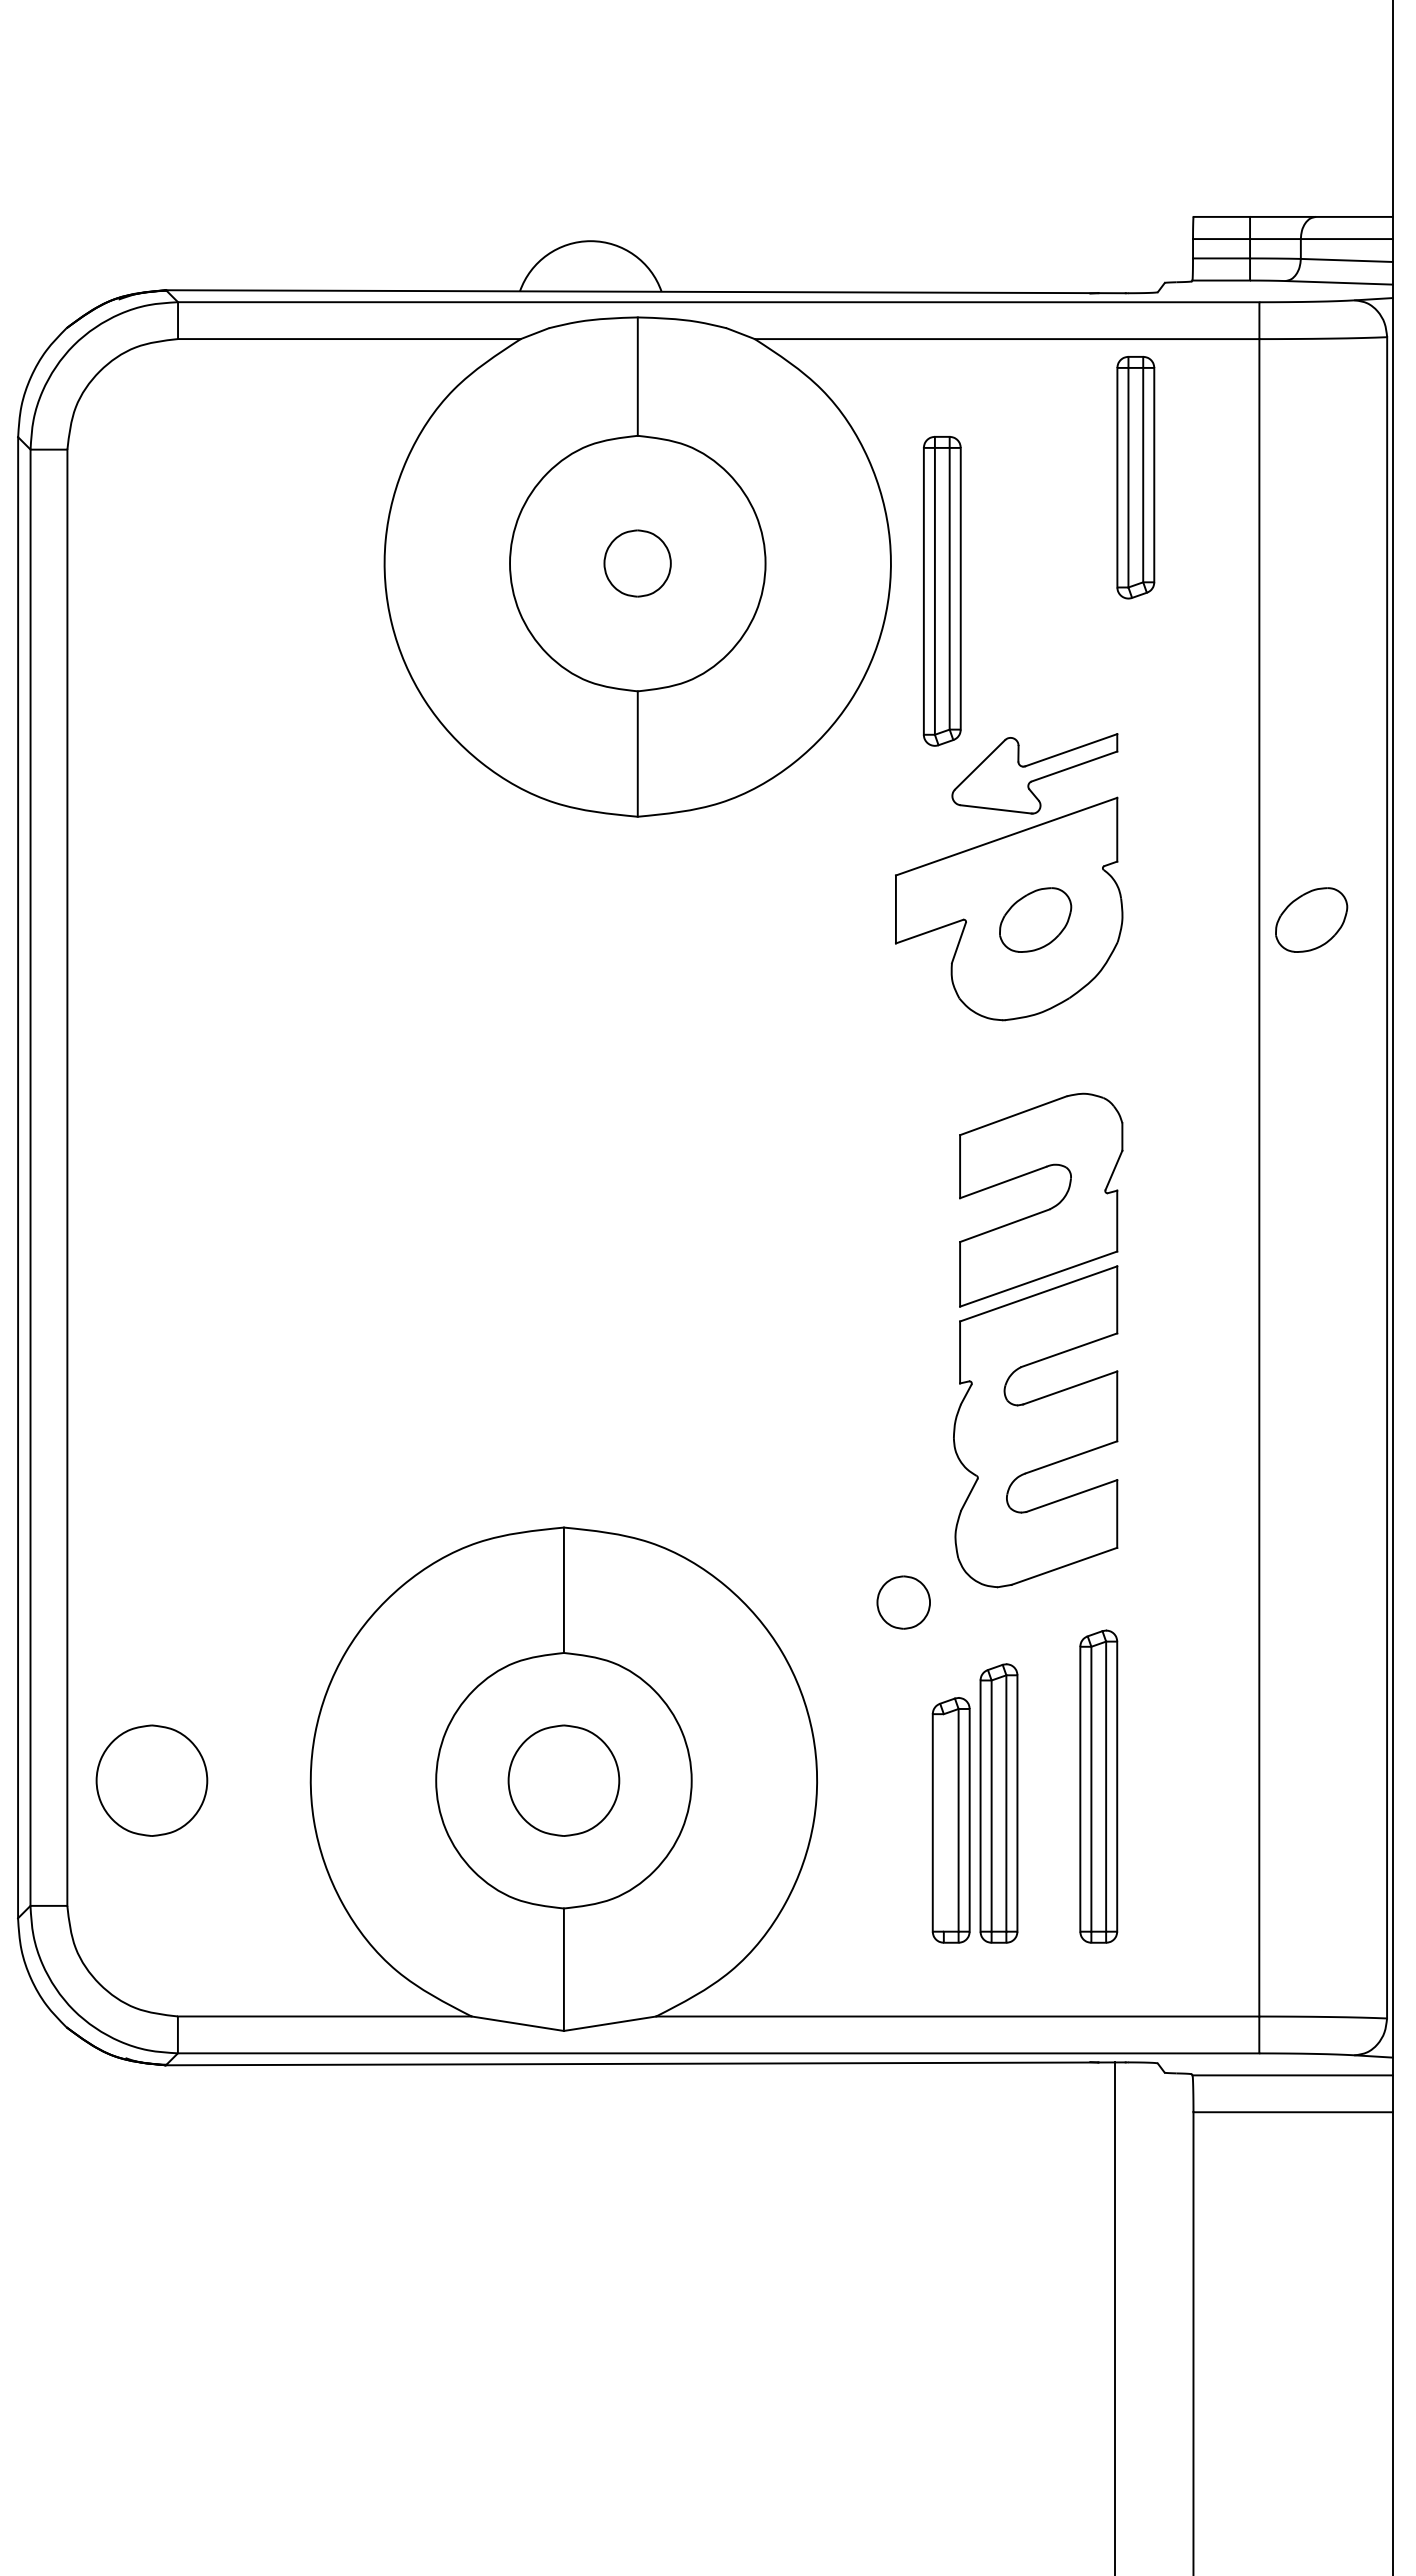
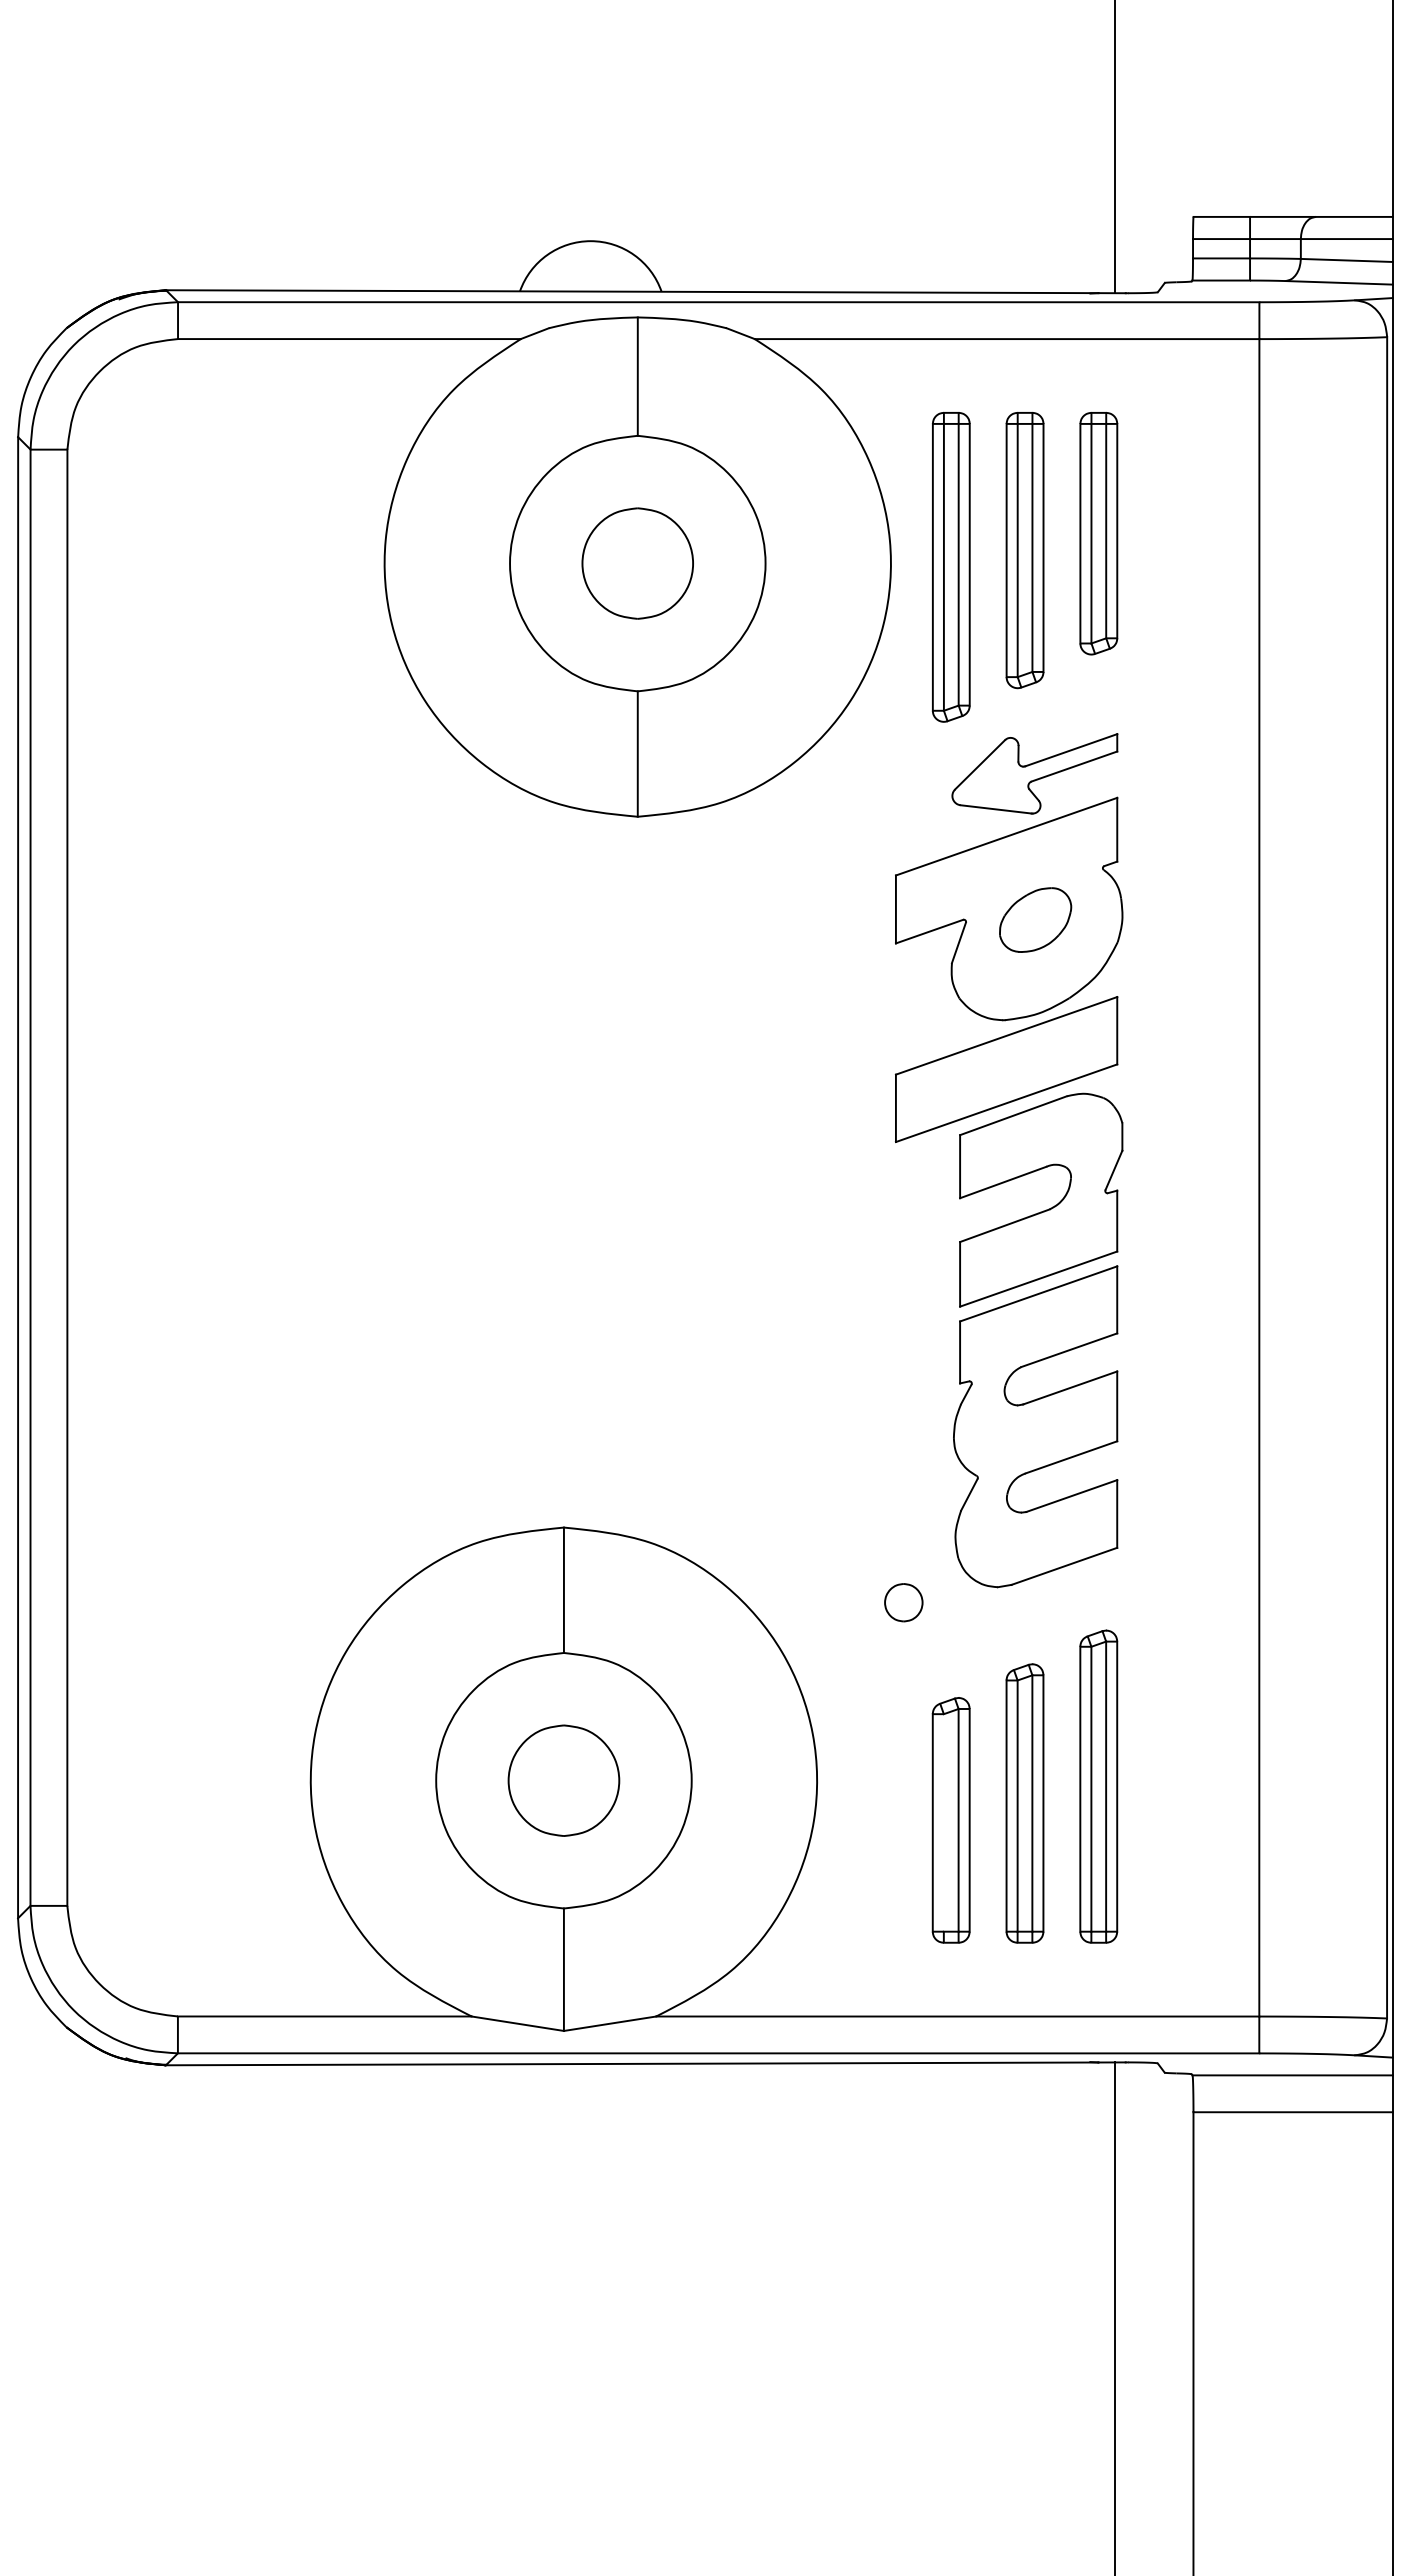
line at (1115, 147): none -> present
part at (1135, 477) position: (1135, 477) -> (1098, 533)
part at (1024, 550): none -> present
part at (637, 563) size: 69x69 px -> 113x113 px
part at (941, 590) position: (941, 590) -> (950, 566)
part at (1311, 919): present -> none
part at (1006, 1069): none -> present
part at (903, 1602) size: 55x55 px -> 40x40 px
part at (151, 1780): present -> none
part at (998, 1803) position: (998, 1803) -> (1024, 1803)
